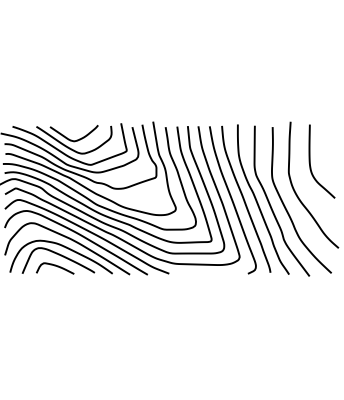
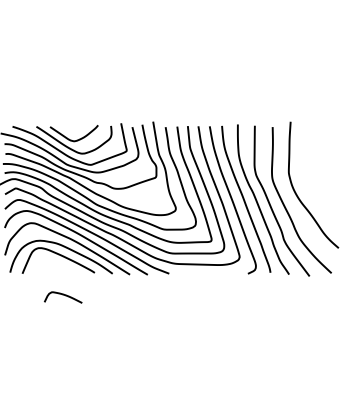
curve at (310, 161): present -> none
curve at (55, 266) position: (55, 266) -> (63, 295)
